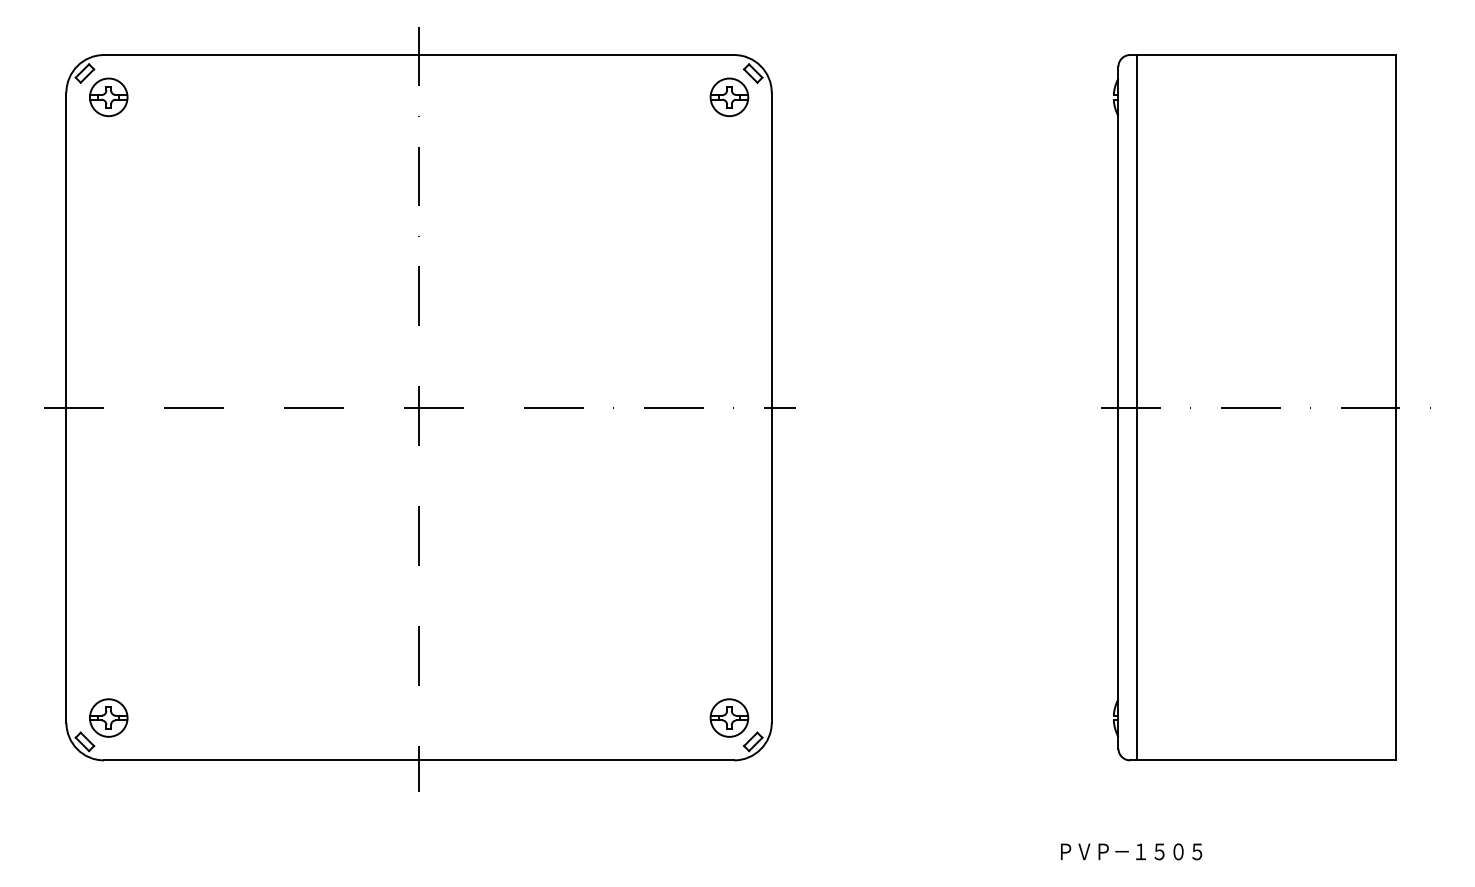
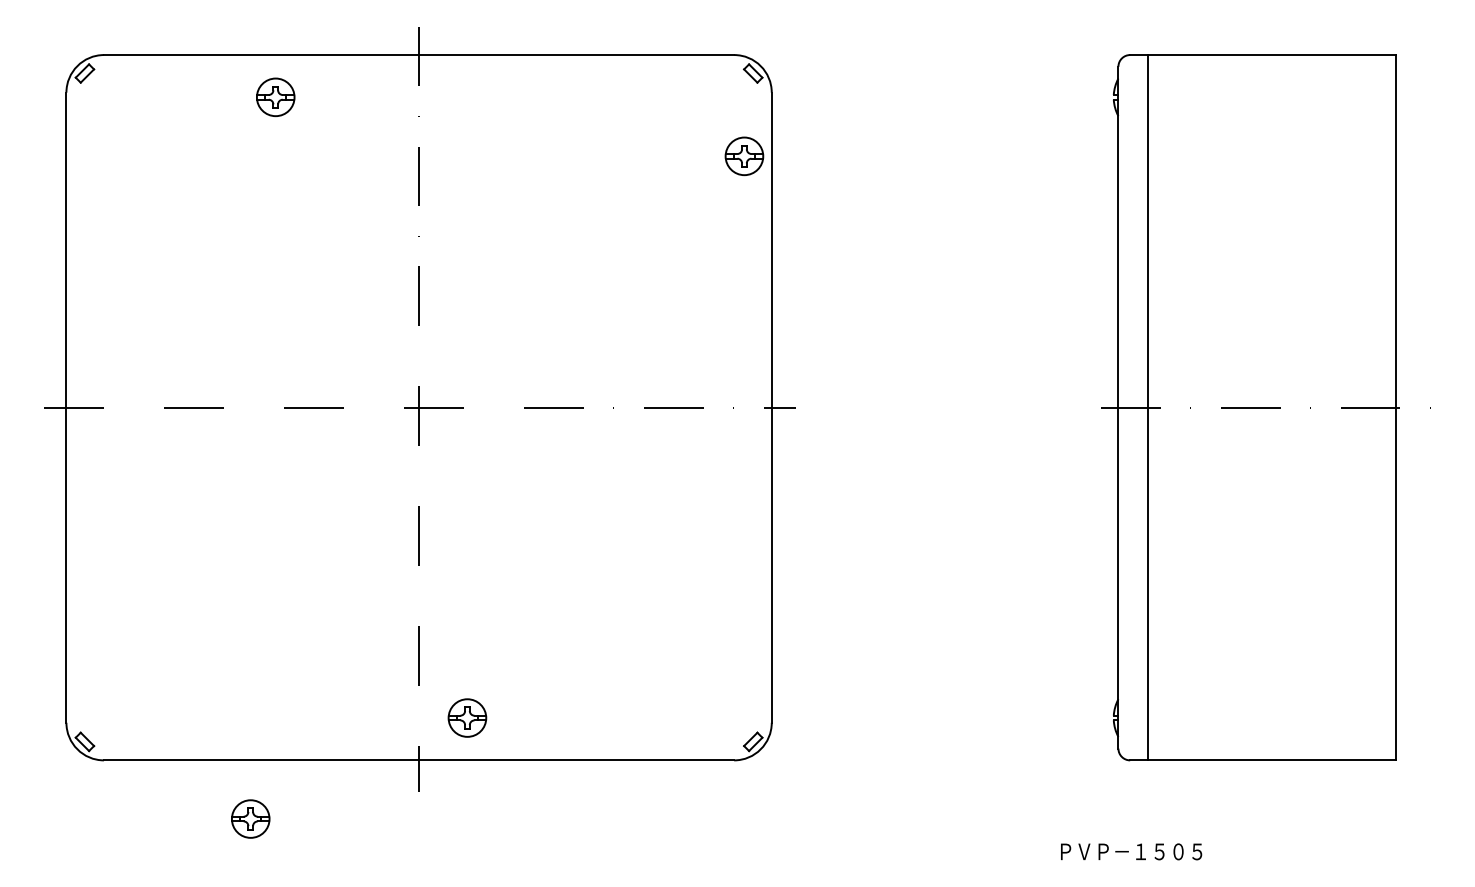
part at (108, 97) position: (108, 97) -> (275, 97)
part at (729, 97) position: (729, 97) -> (744, 156)
line at (1137, 407) position: (1137, 407) -> (1148, 407)
part at (108, 717) position: (108, 717) -> (250, 818)
part at (729, 717) position: (729, 717) -> (467, 717)
